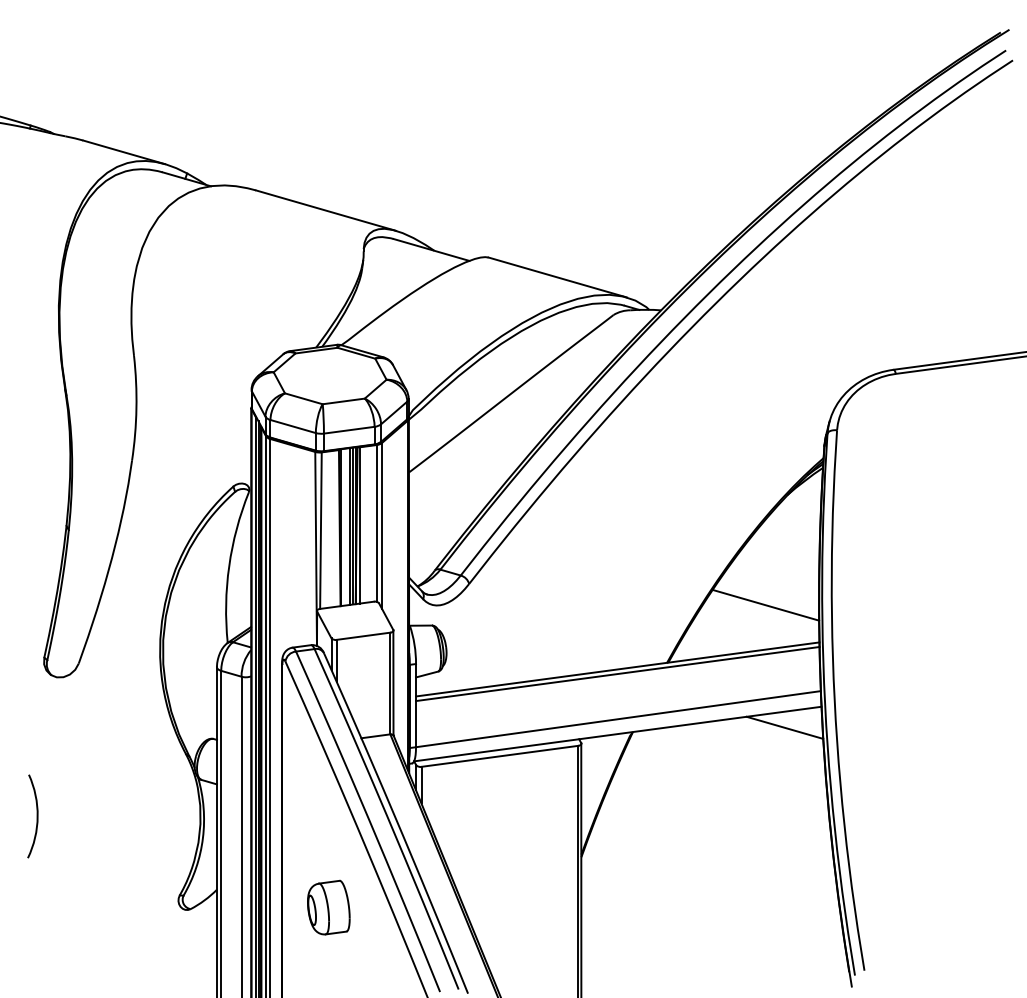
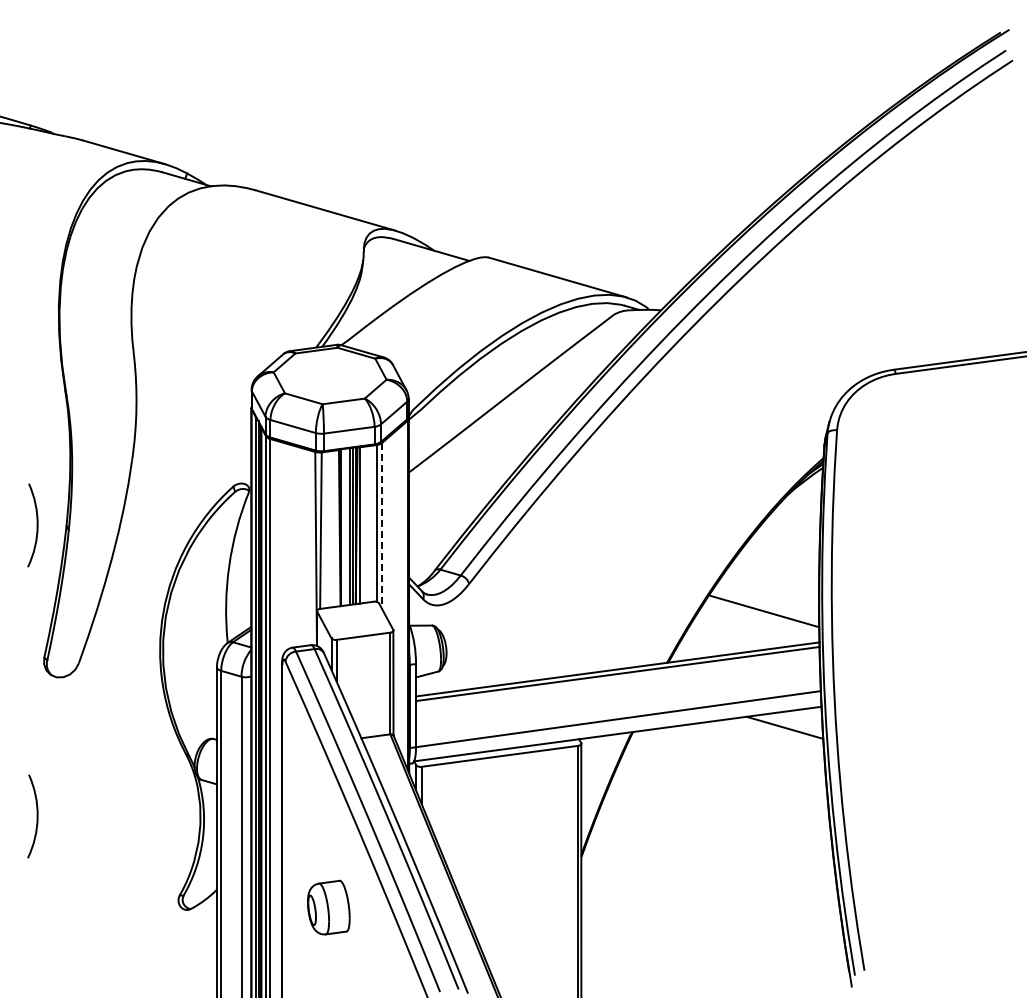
arc at (36, 525): none -> present
line at (381, 525): solid -> dashed
line at (765, 604) position: (765, 604) -> (763, 610)
